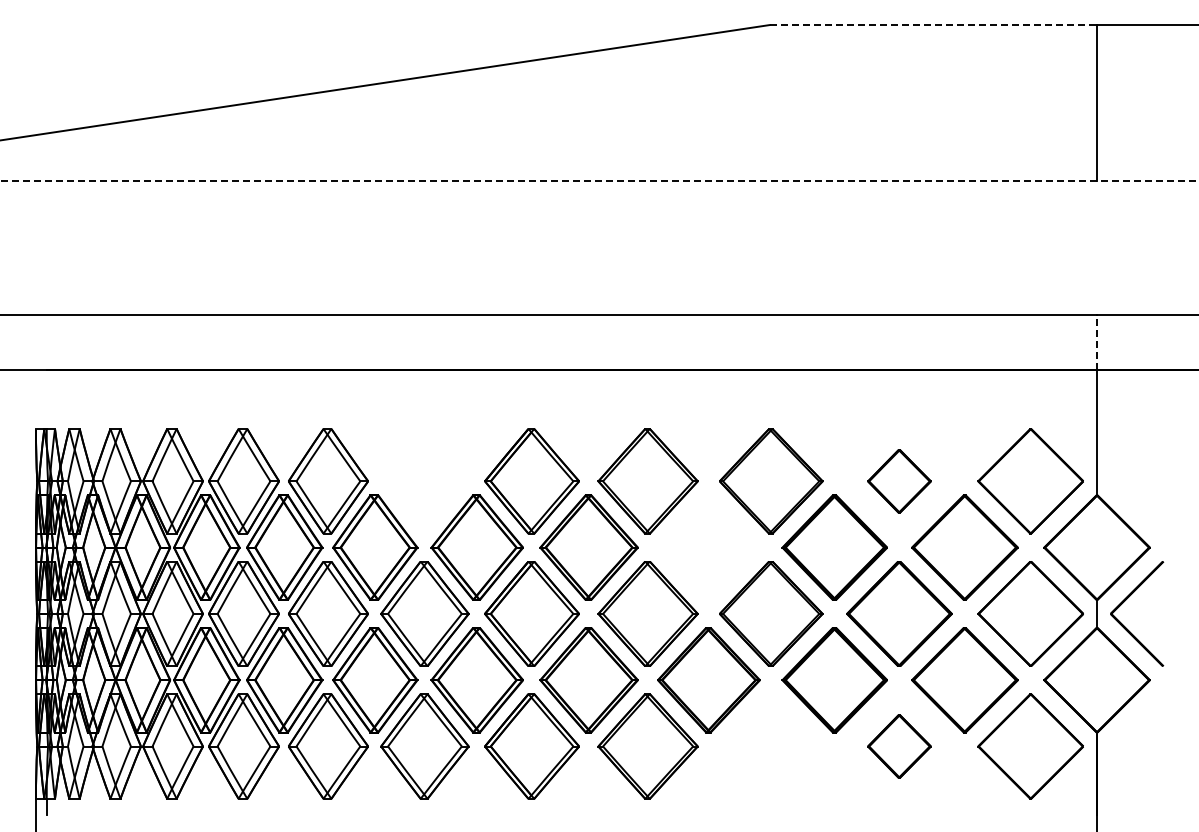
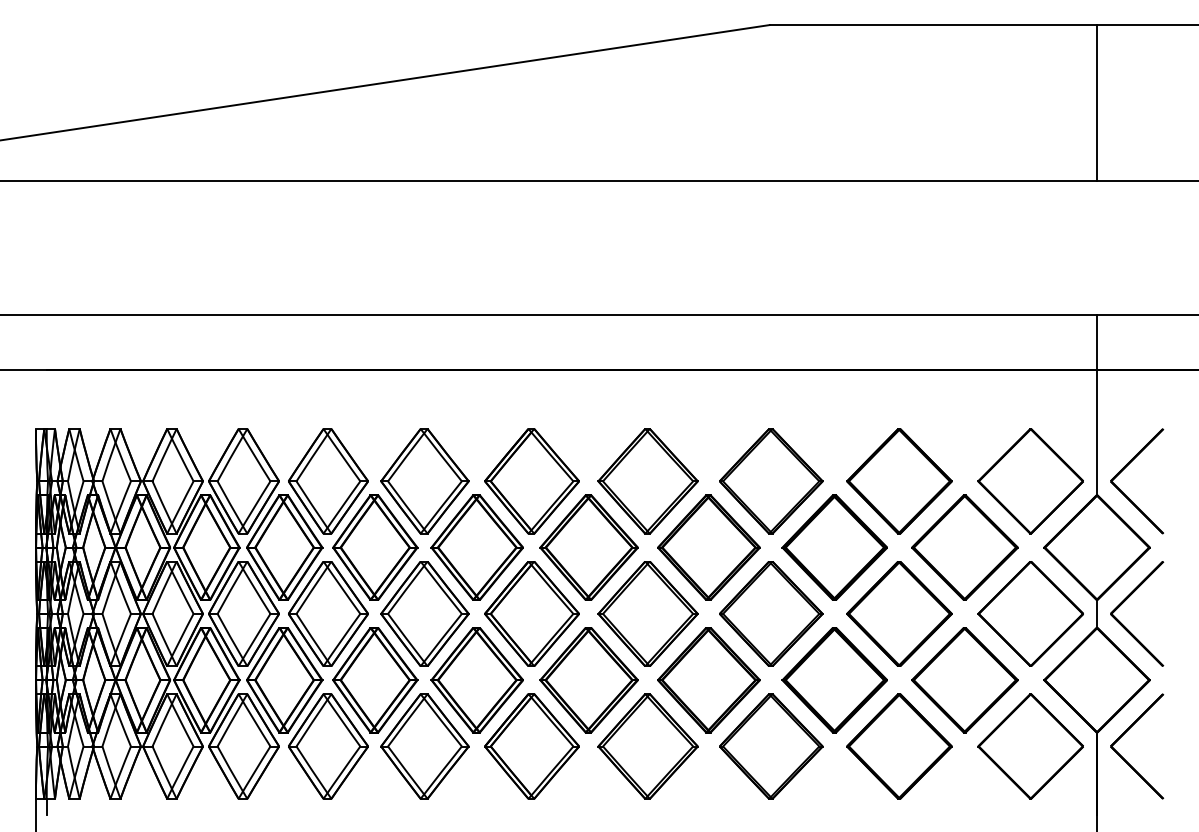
line at (933, 25): dashed -> solid
line at (599, 181): dashed -> solid
line at (1097, 342): dashed -> solid
part at (1125, 468): none -> present
part at (424, 481): none -> present
part at (899, 481) size: 65x65 px -> 107x107 px
part at (708, 547): none -> present
part at (1125, 733): none -> present
part at (771, 746): none -> present
part at (899, 746) size: 65x65 px -> 107x107 px
